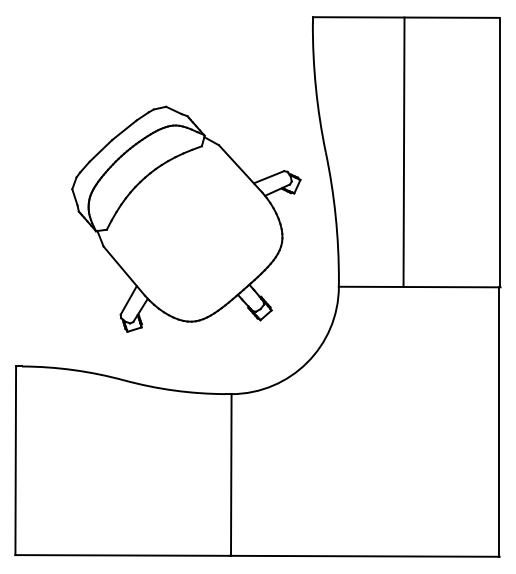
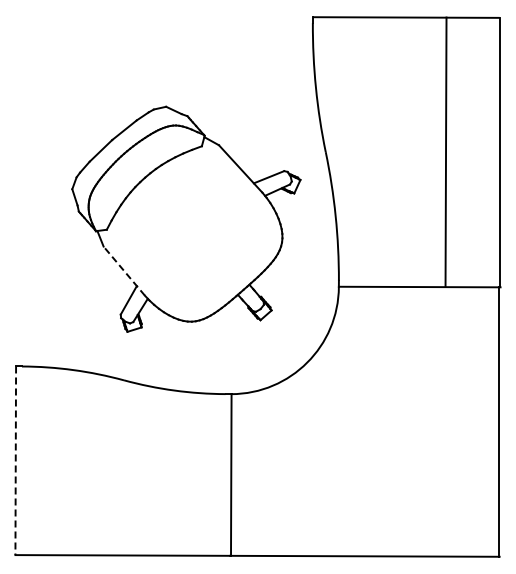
line at (403, 151) position: (403, 151) -> (445, 151)
line at (123, 270): solid -> dashed
line at (15, 461): solid -> dashed
